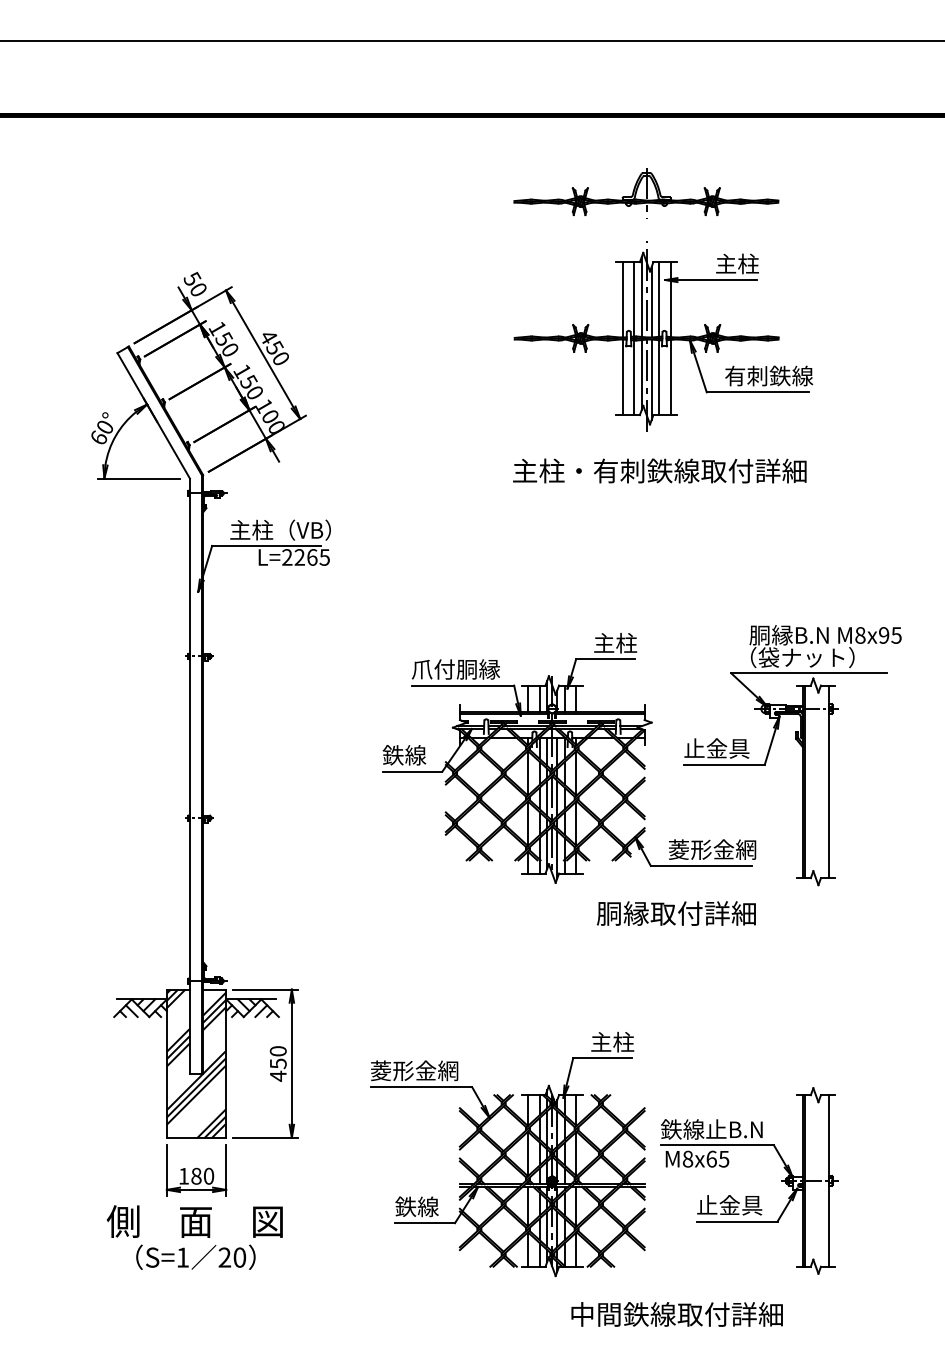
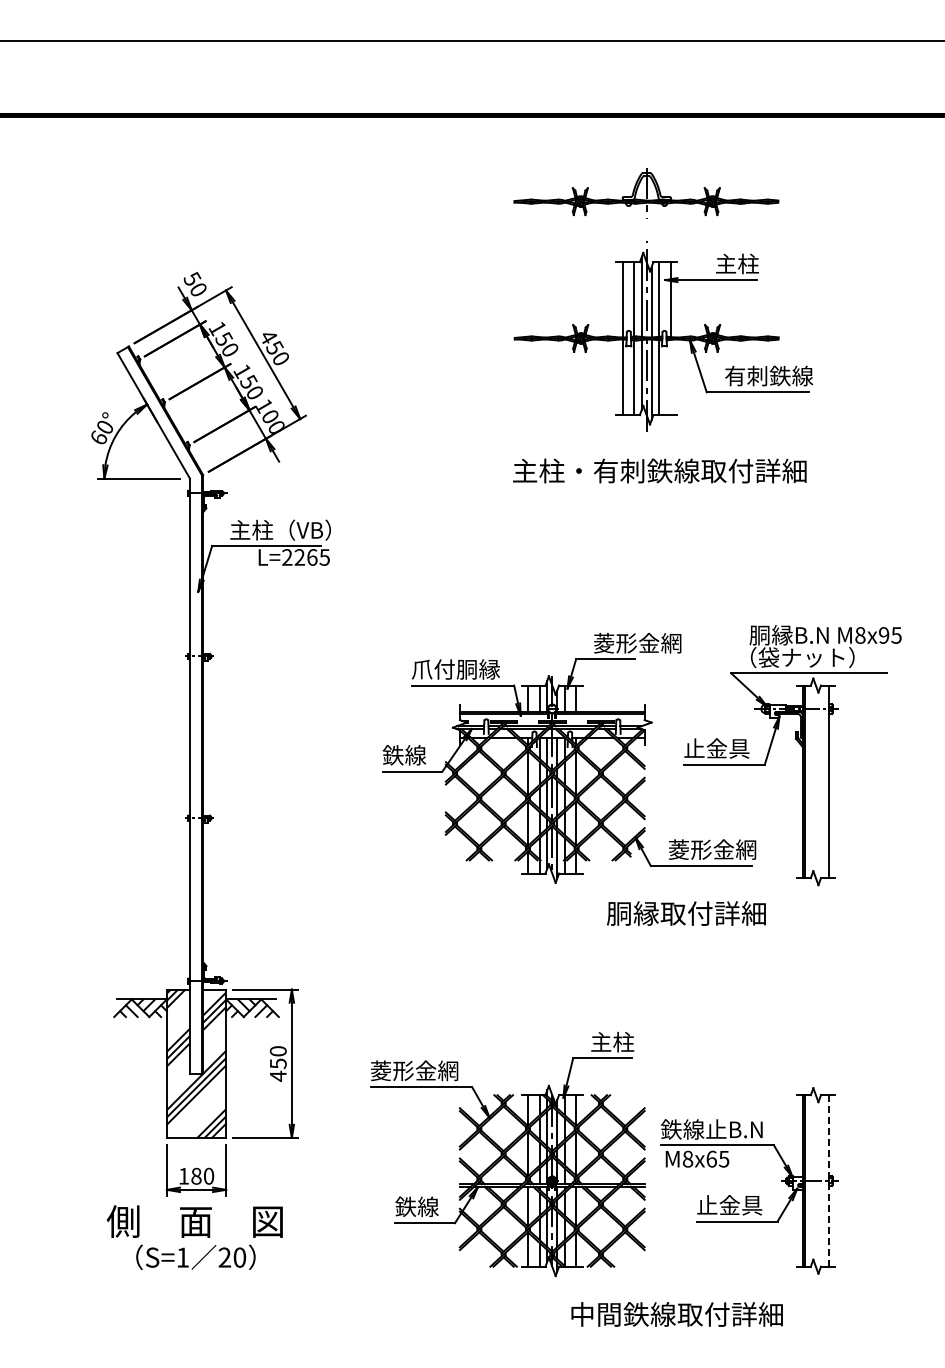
line at (670, 377): present -> none
text at (637, 642): 主柱 -> 菱形金網
text at (676, 913) position: (676, 913) -> (686, 913)
line at (829, 1180): solid -> dashed
